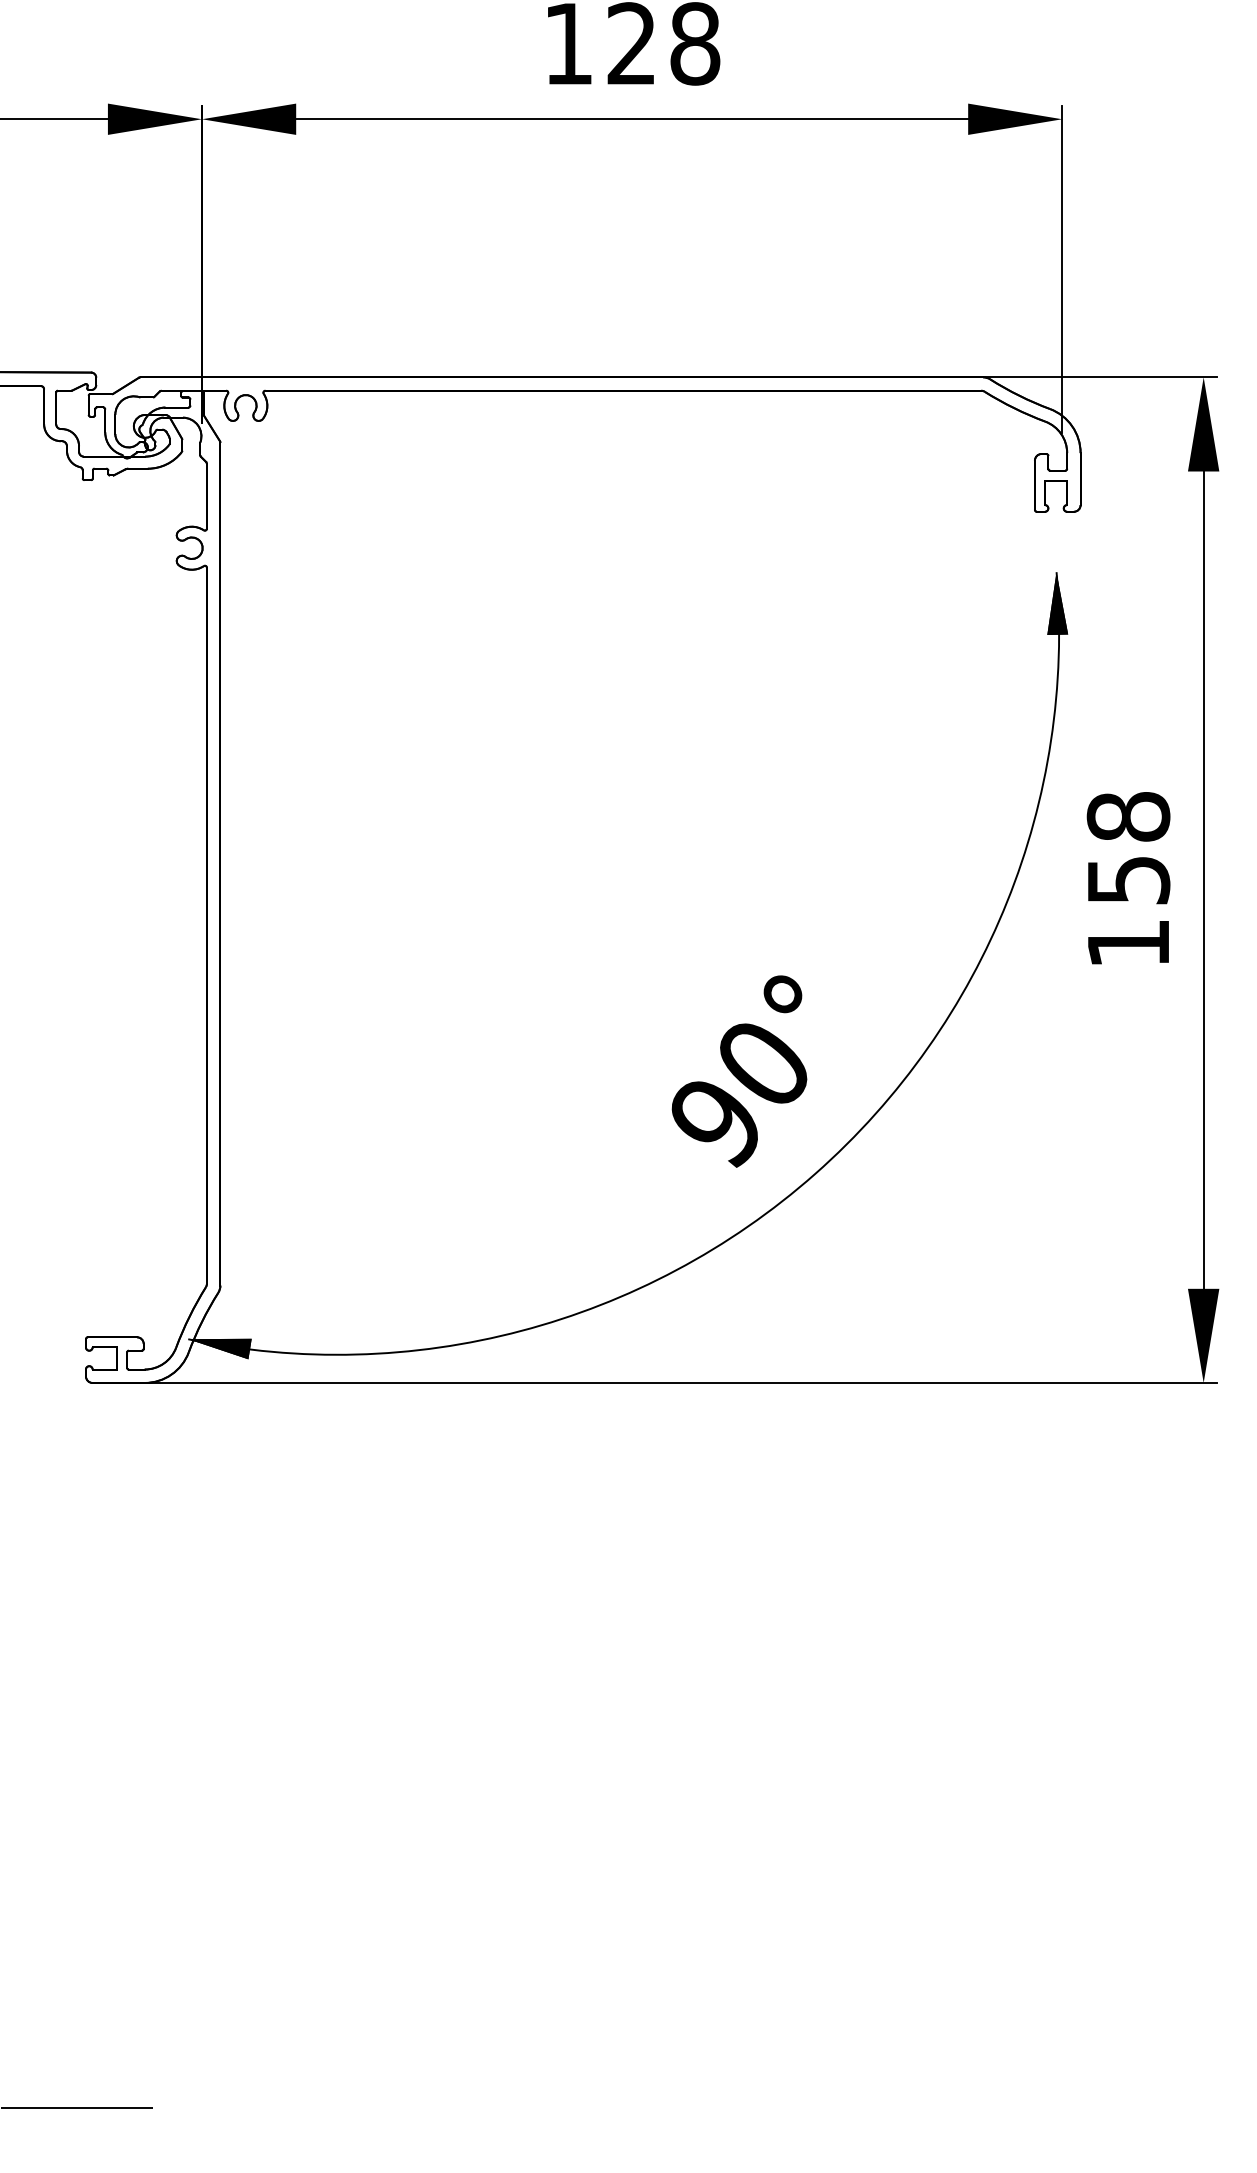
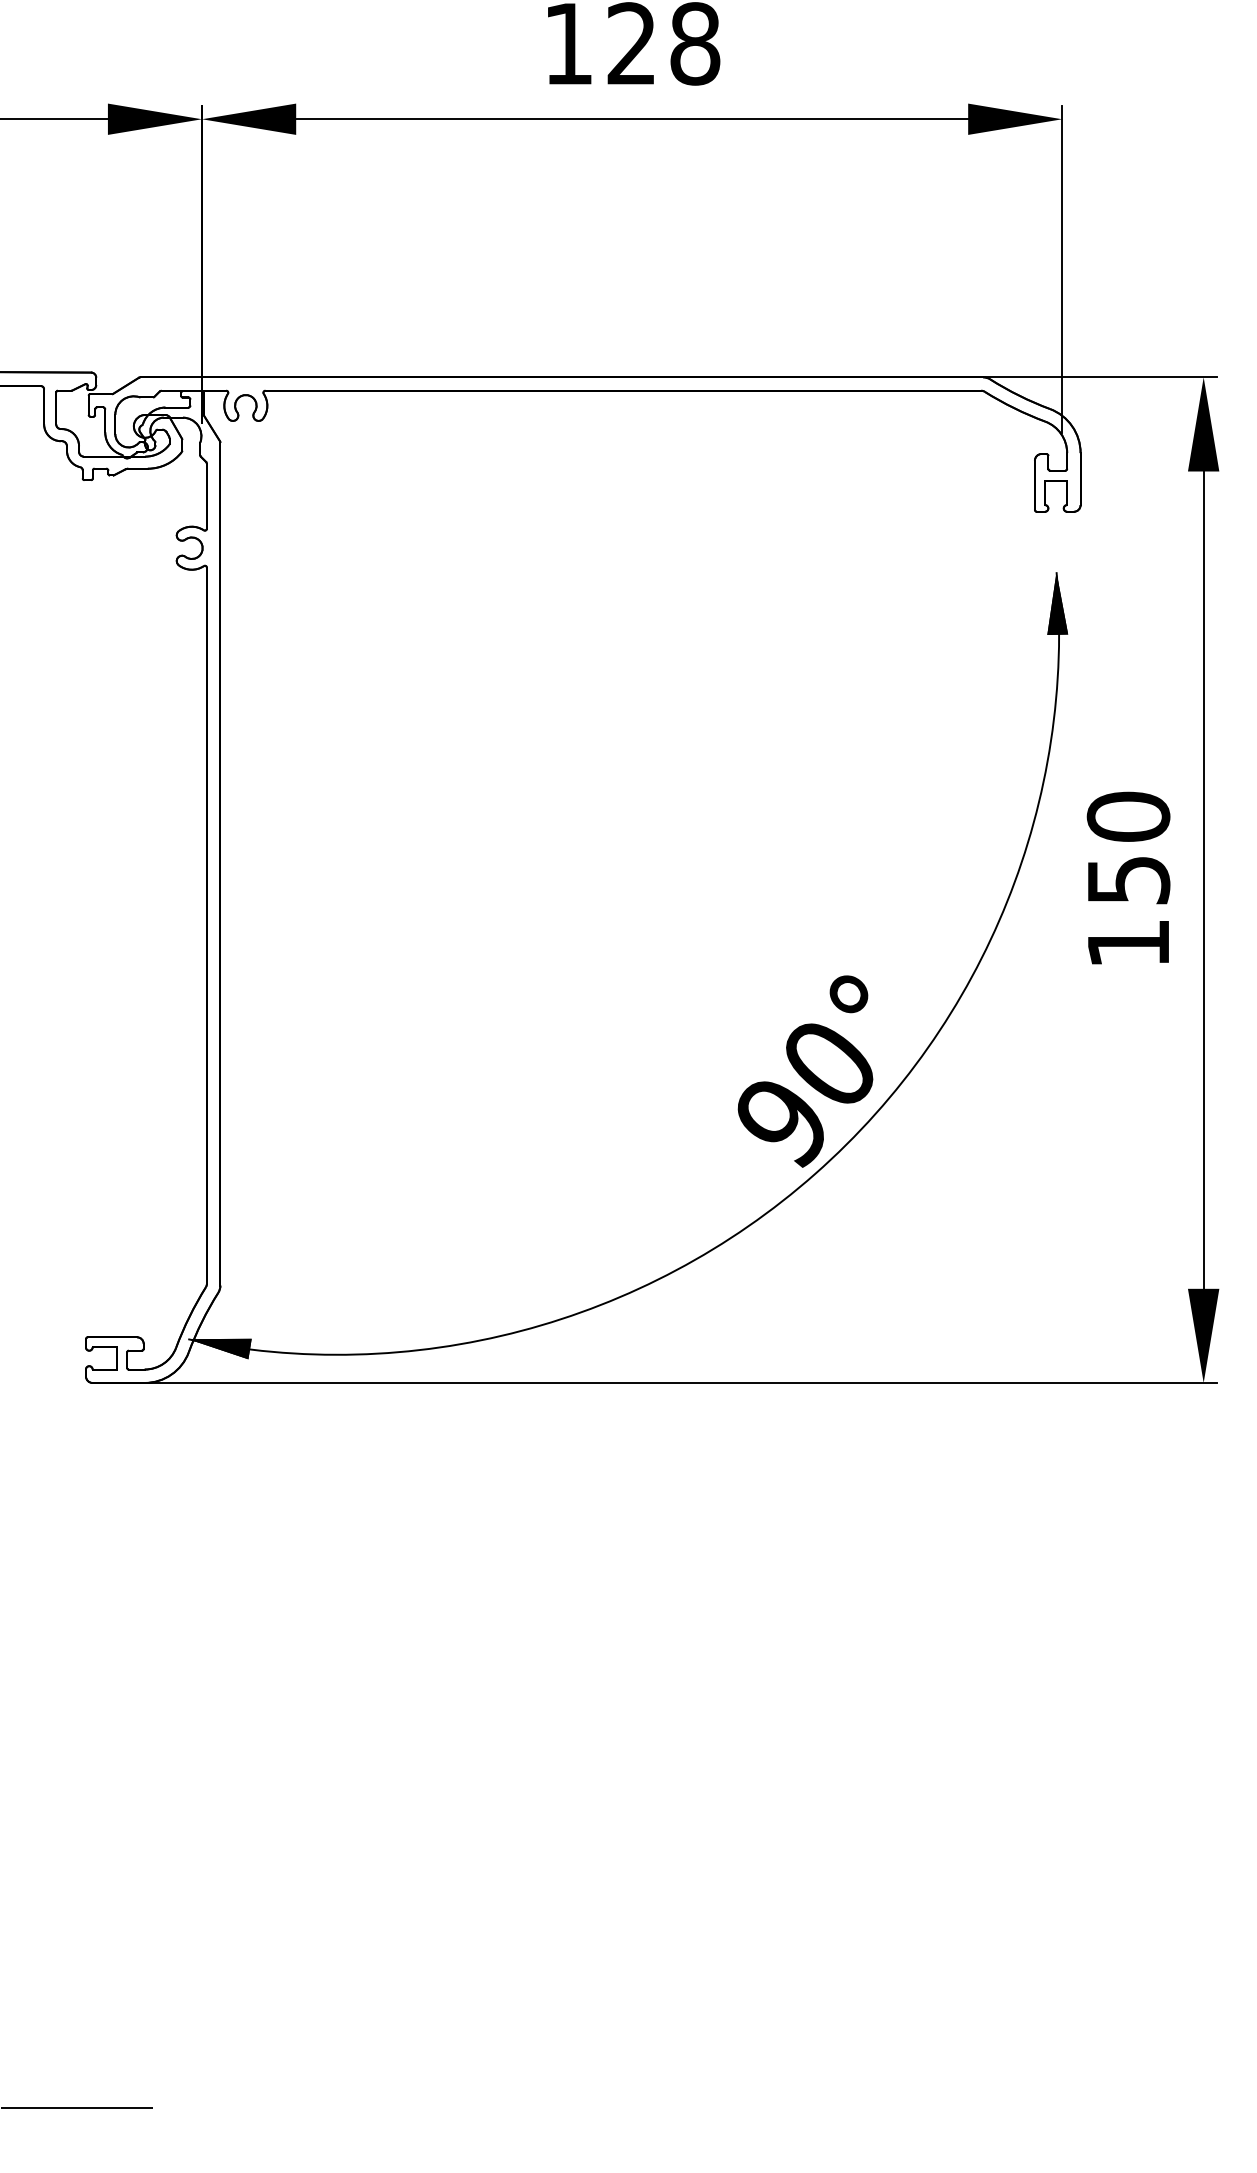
text at (1128, 816): 158 -> 150
text at (739, 1071) position: (739, 1071) -> (805, 1071)
